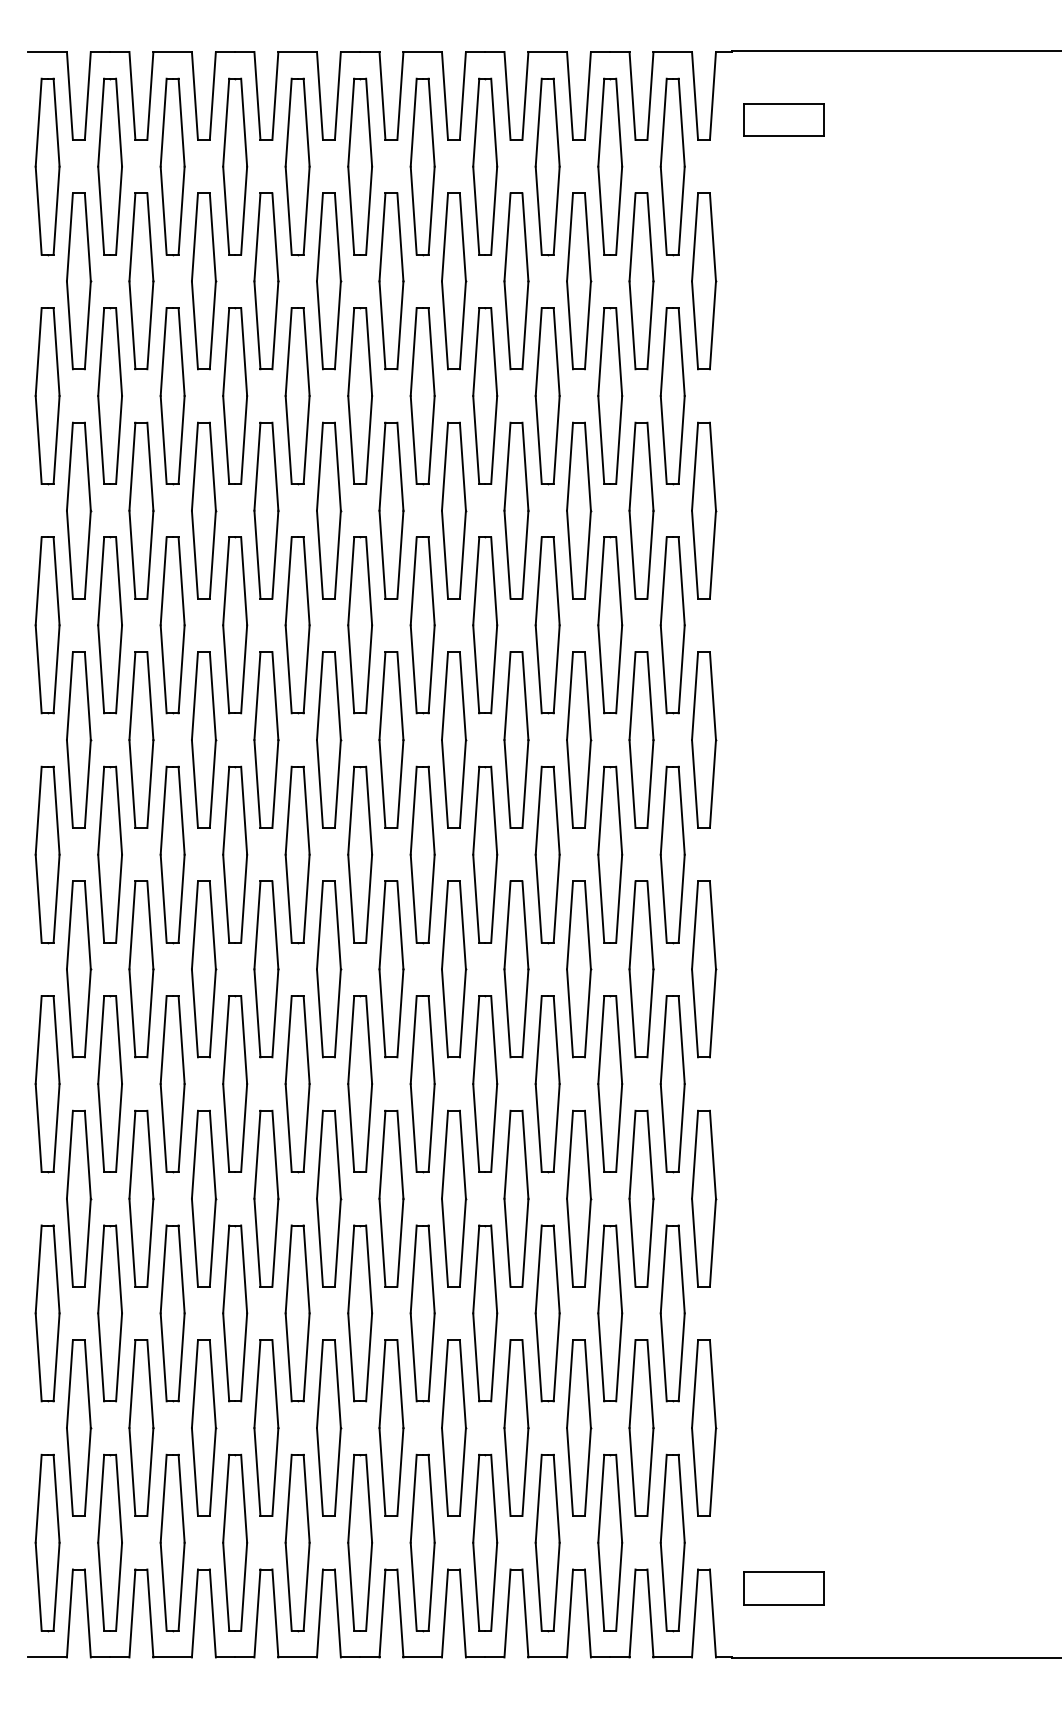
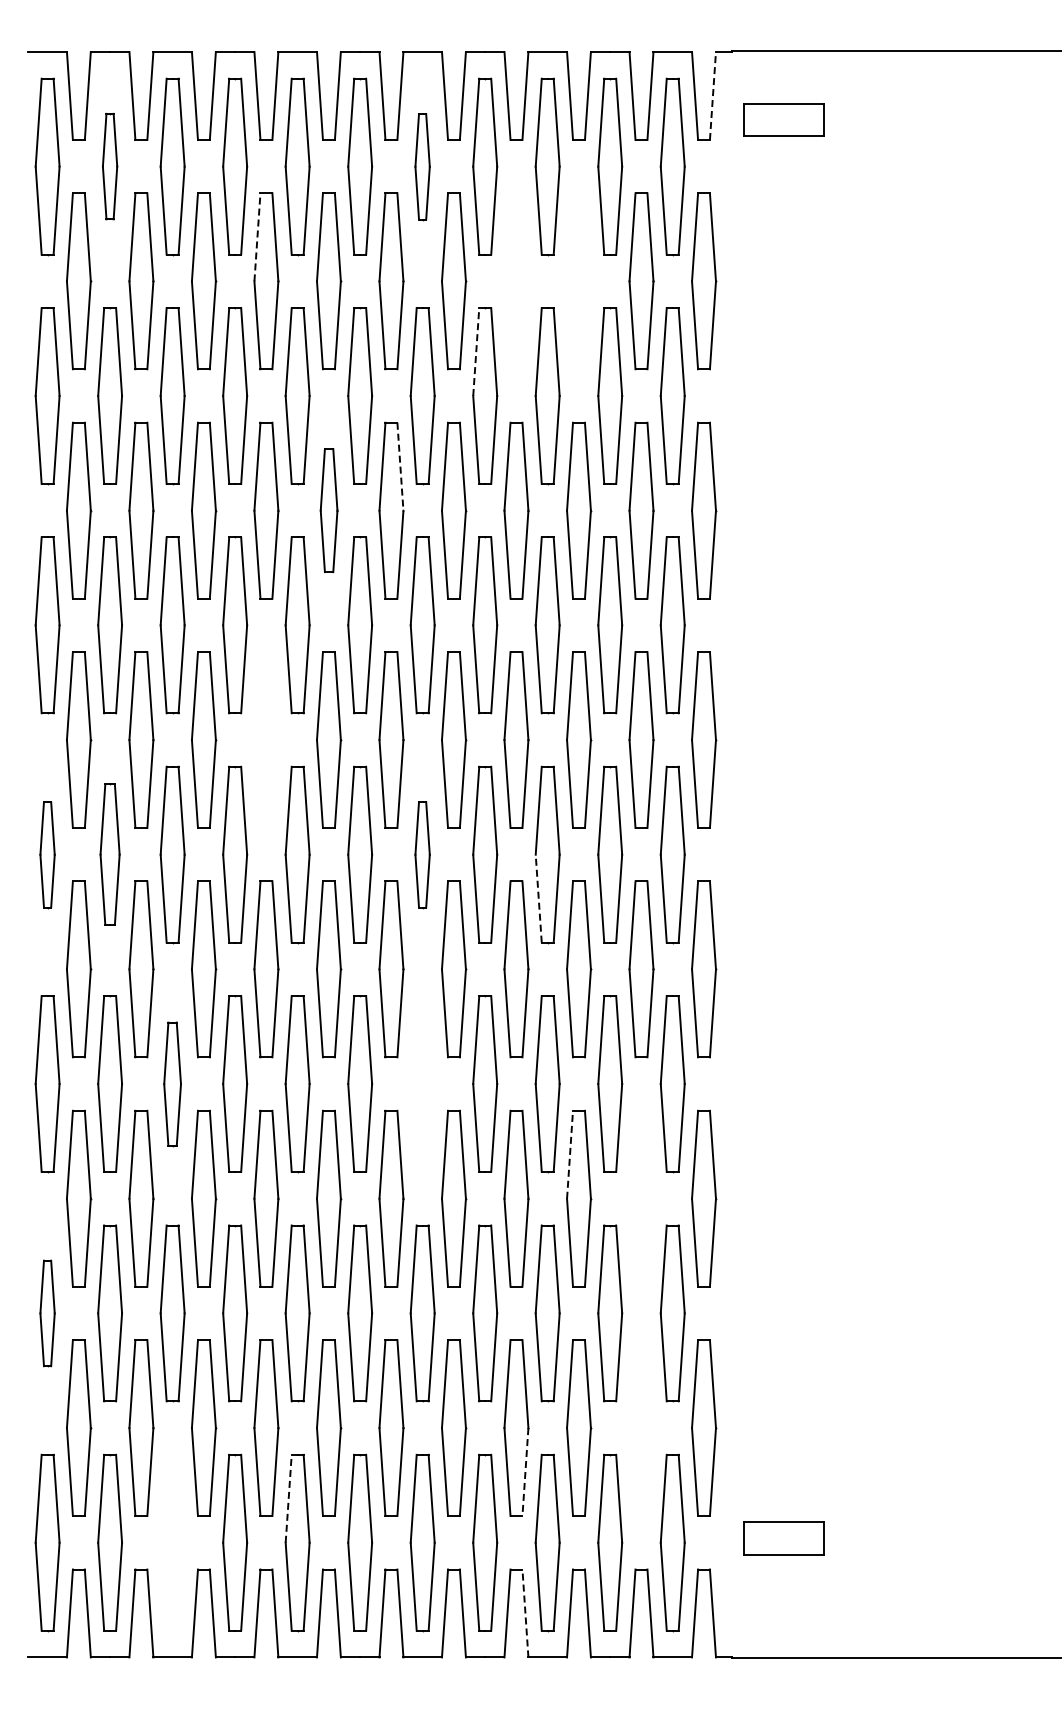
line at (712, 95): solid -> dashed
part at (109, 166) size: 26x179 px -> 17x109 px
part at (422, 166) size: 27x180 px -> 17x109 px
line at (257, 236): solid -> dashed
part at (516, 281): present -> none
part at (579, 281): present -> none
line at (476, 351): solid -> dashed
line at (400, 467): solid -> dashed
part at (329, 510) size: 27x179 px -> 20x126 px
part at (266, 739): present -> none
part at (47, 854) size: 27x180 px -> 17x109 px
part at (109, 854) size: 26x179 px -> 22x143 px
part at (422, 854) size: 27x180 px -> 17x109 px
line at (538, 898): solid -> dashed
part at (172, 1084) size: 27x179 px -> 19x127 px
part at (422, 1084): present -> none
line at (570, 1154): solid -> dashed
part at (641, 1198): present -> none
part at (47, 1313) size: 27x179 px -> 17x109 px
part at (641, 1427): present -> none
line at (525, 1472): solid -> dashed
line at (288, 1498): solid -> dashed
part at (172, 1542): present -> none
part at (783, 1588) position: (783, 1588) -> (783, 1538)
line at (525, 1612): solid -> dashed
